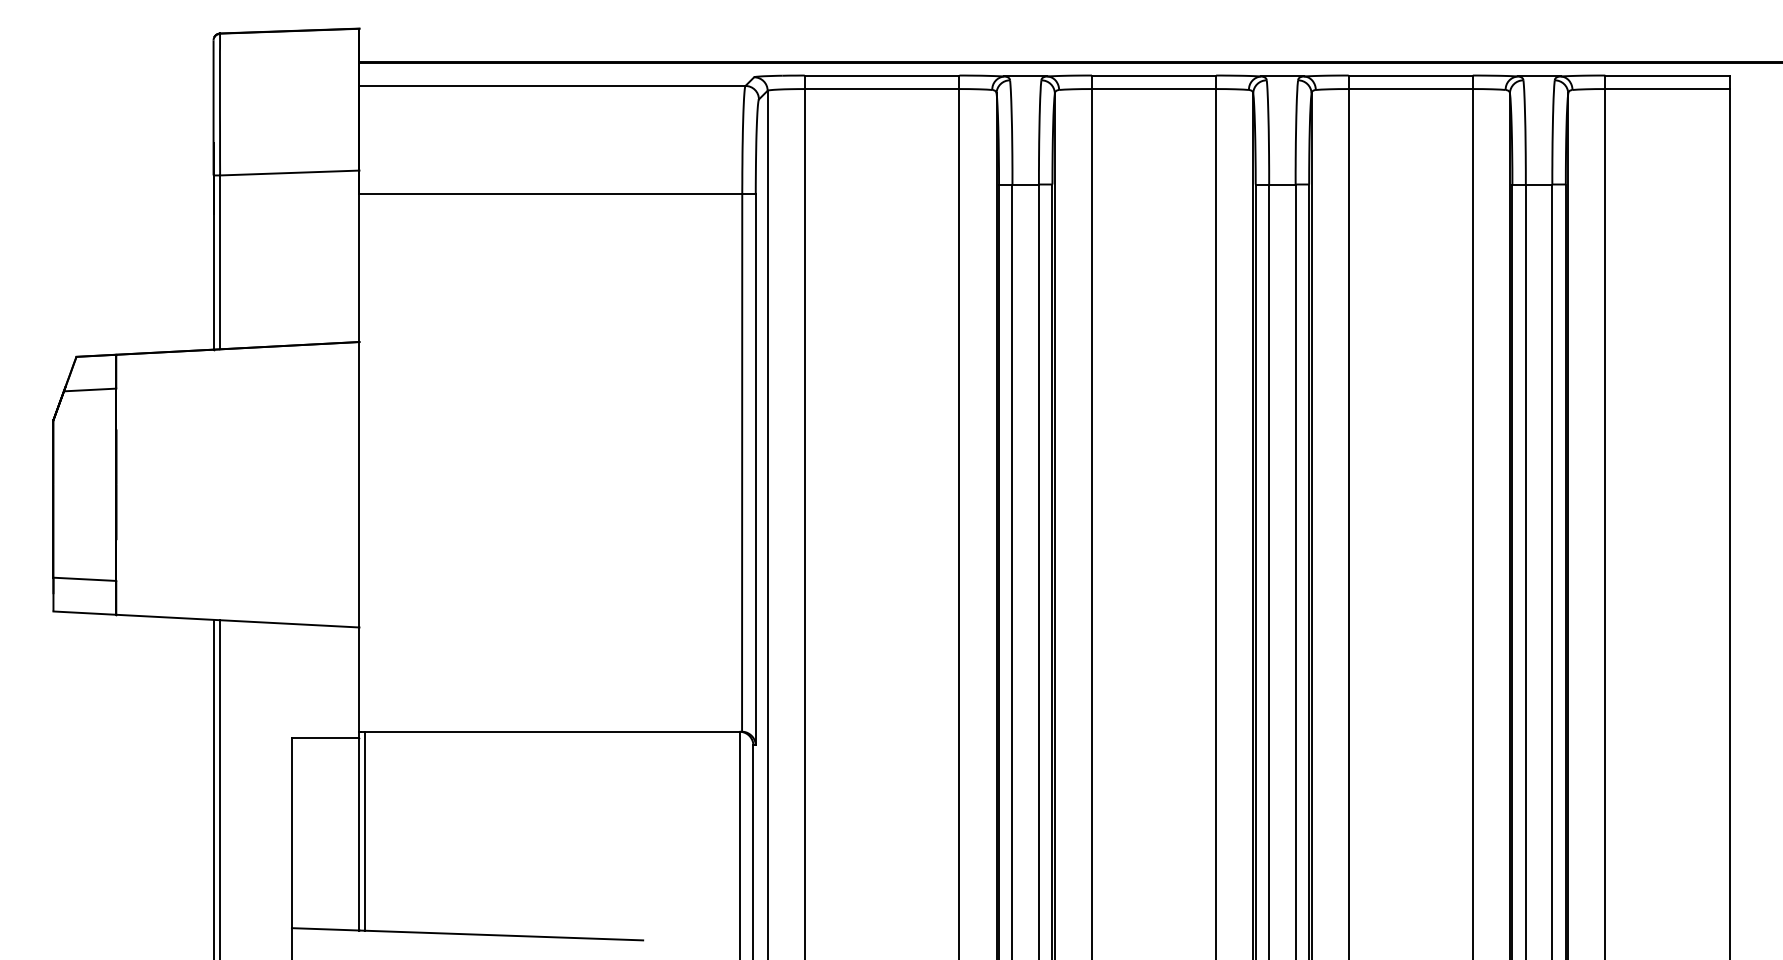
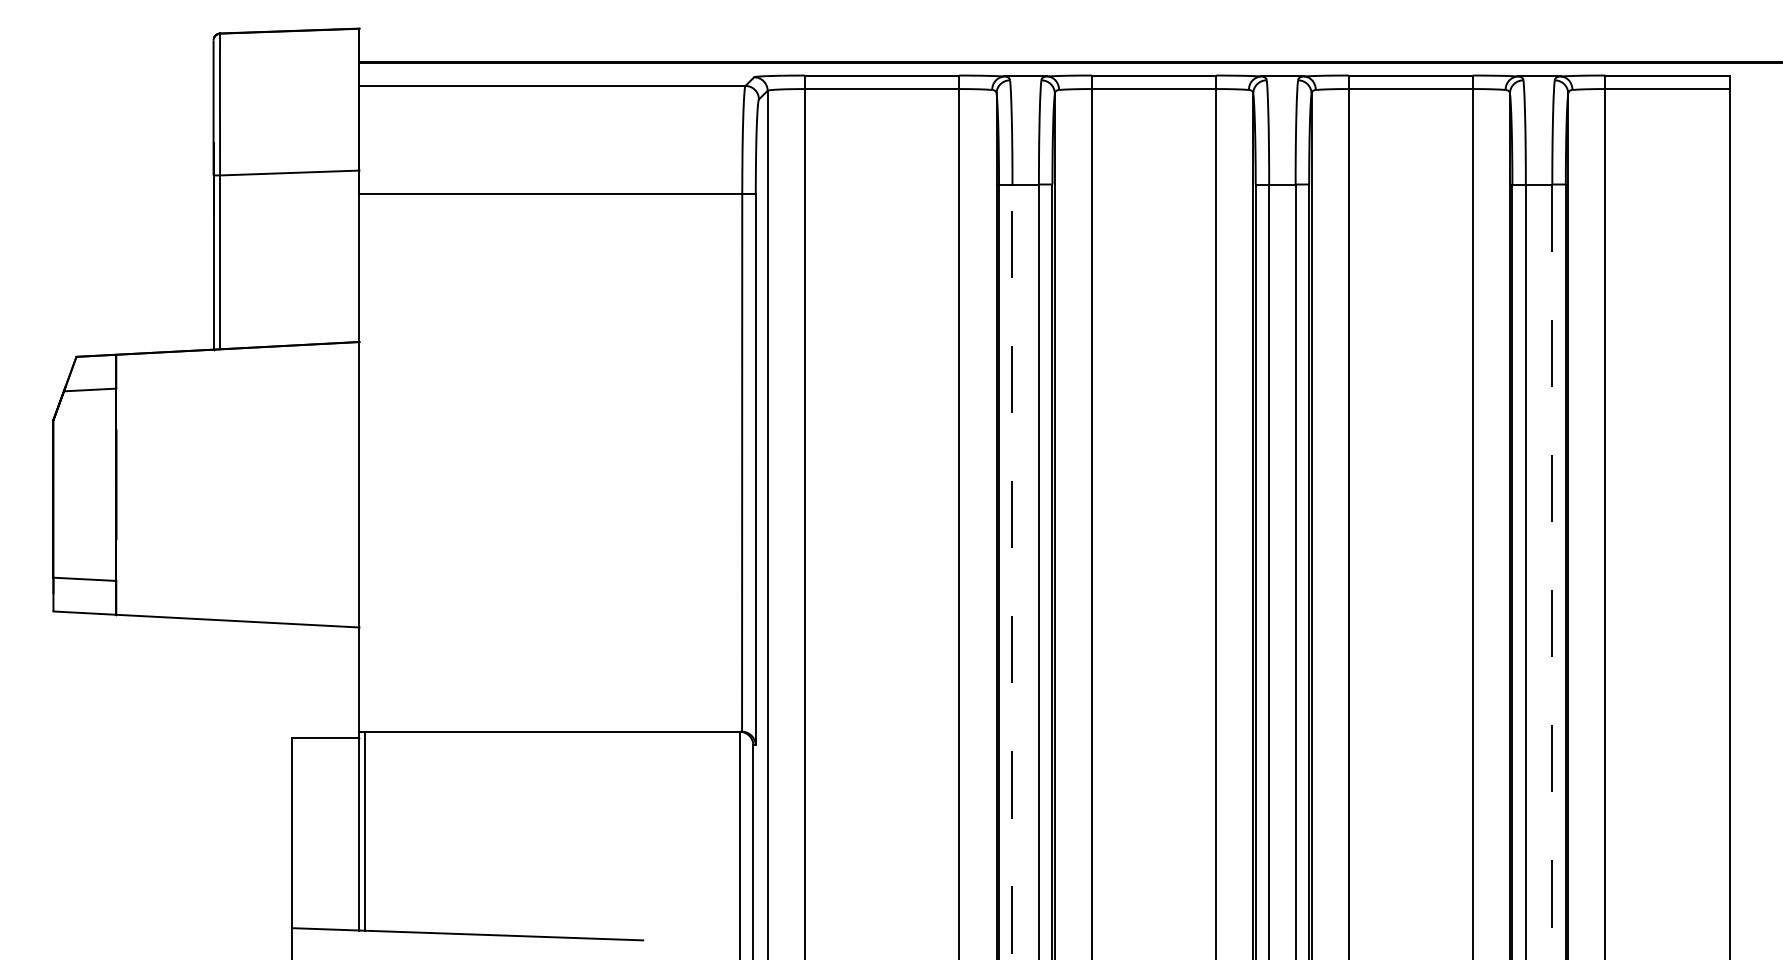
line at (1012, 571): solid -> dashed
line at (1552, 572): solid -> dashed
line at (213, 787): present -> none
line at (220, 788): present -> none
